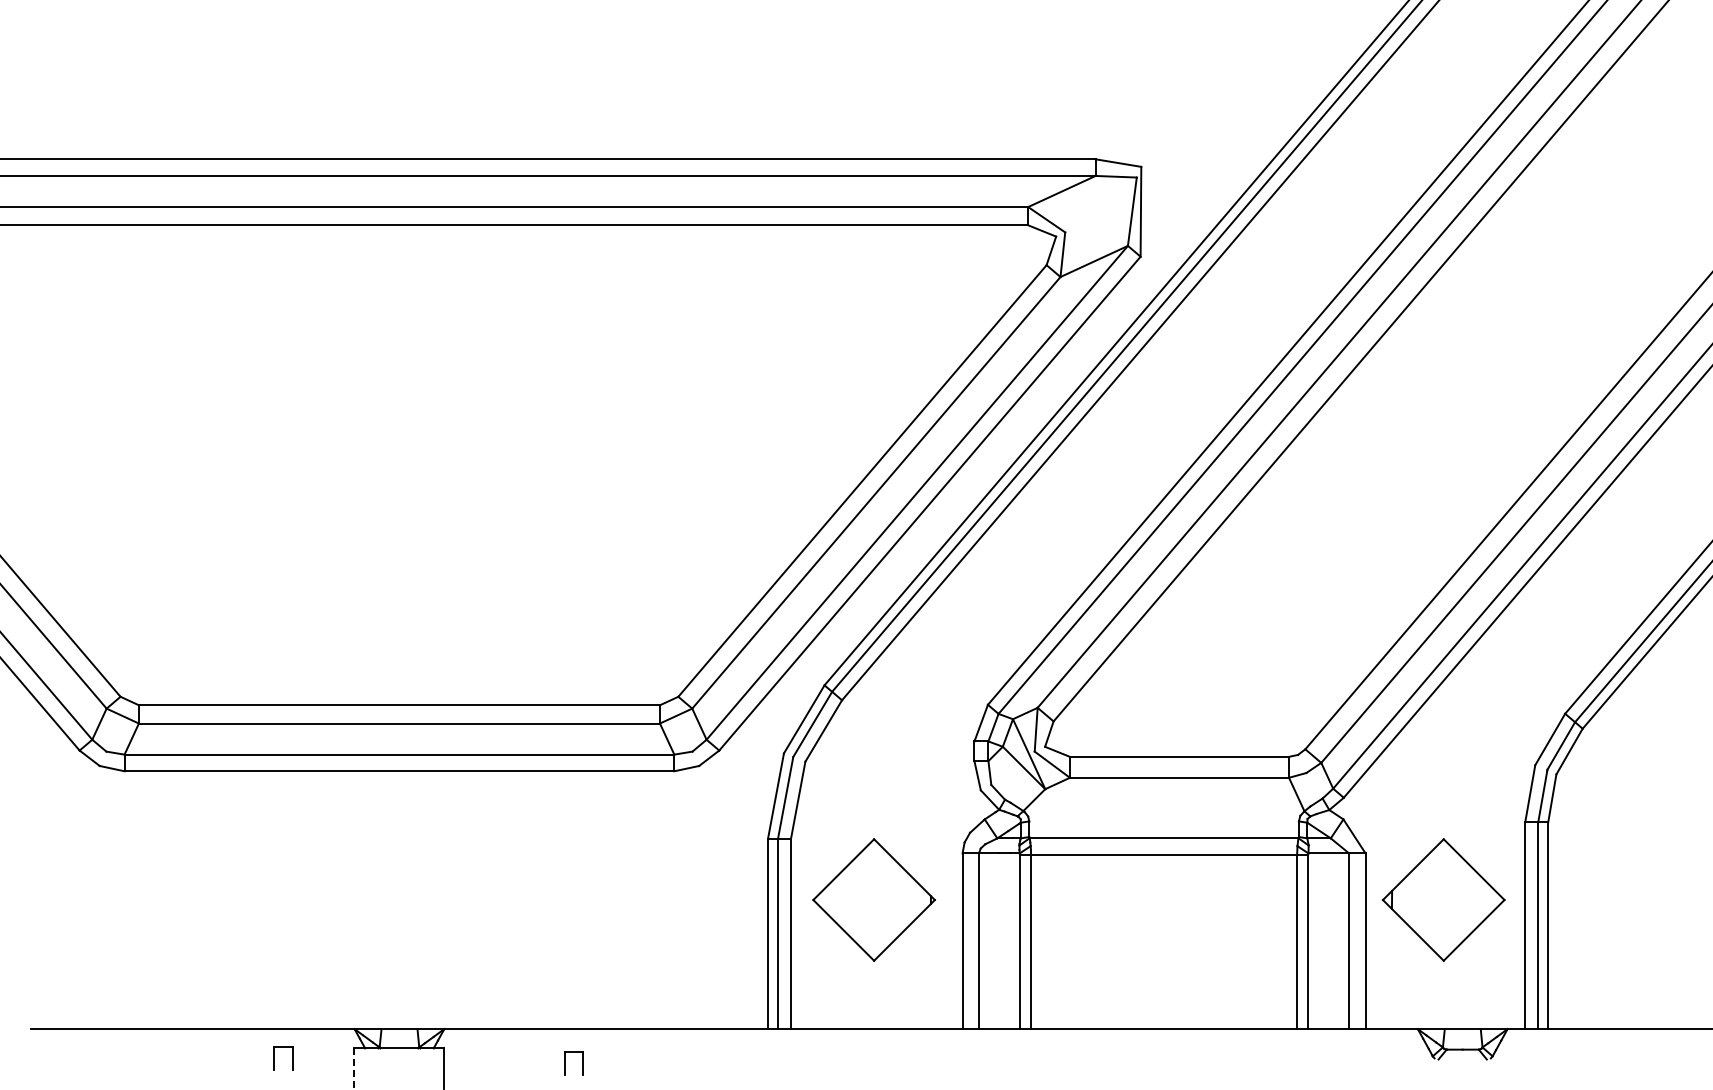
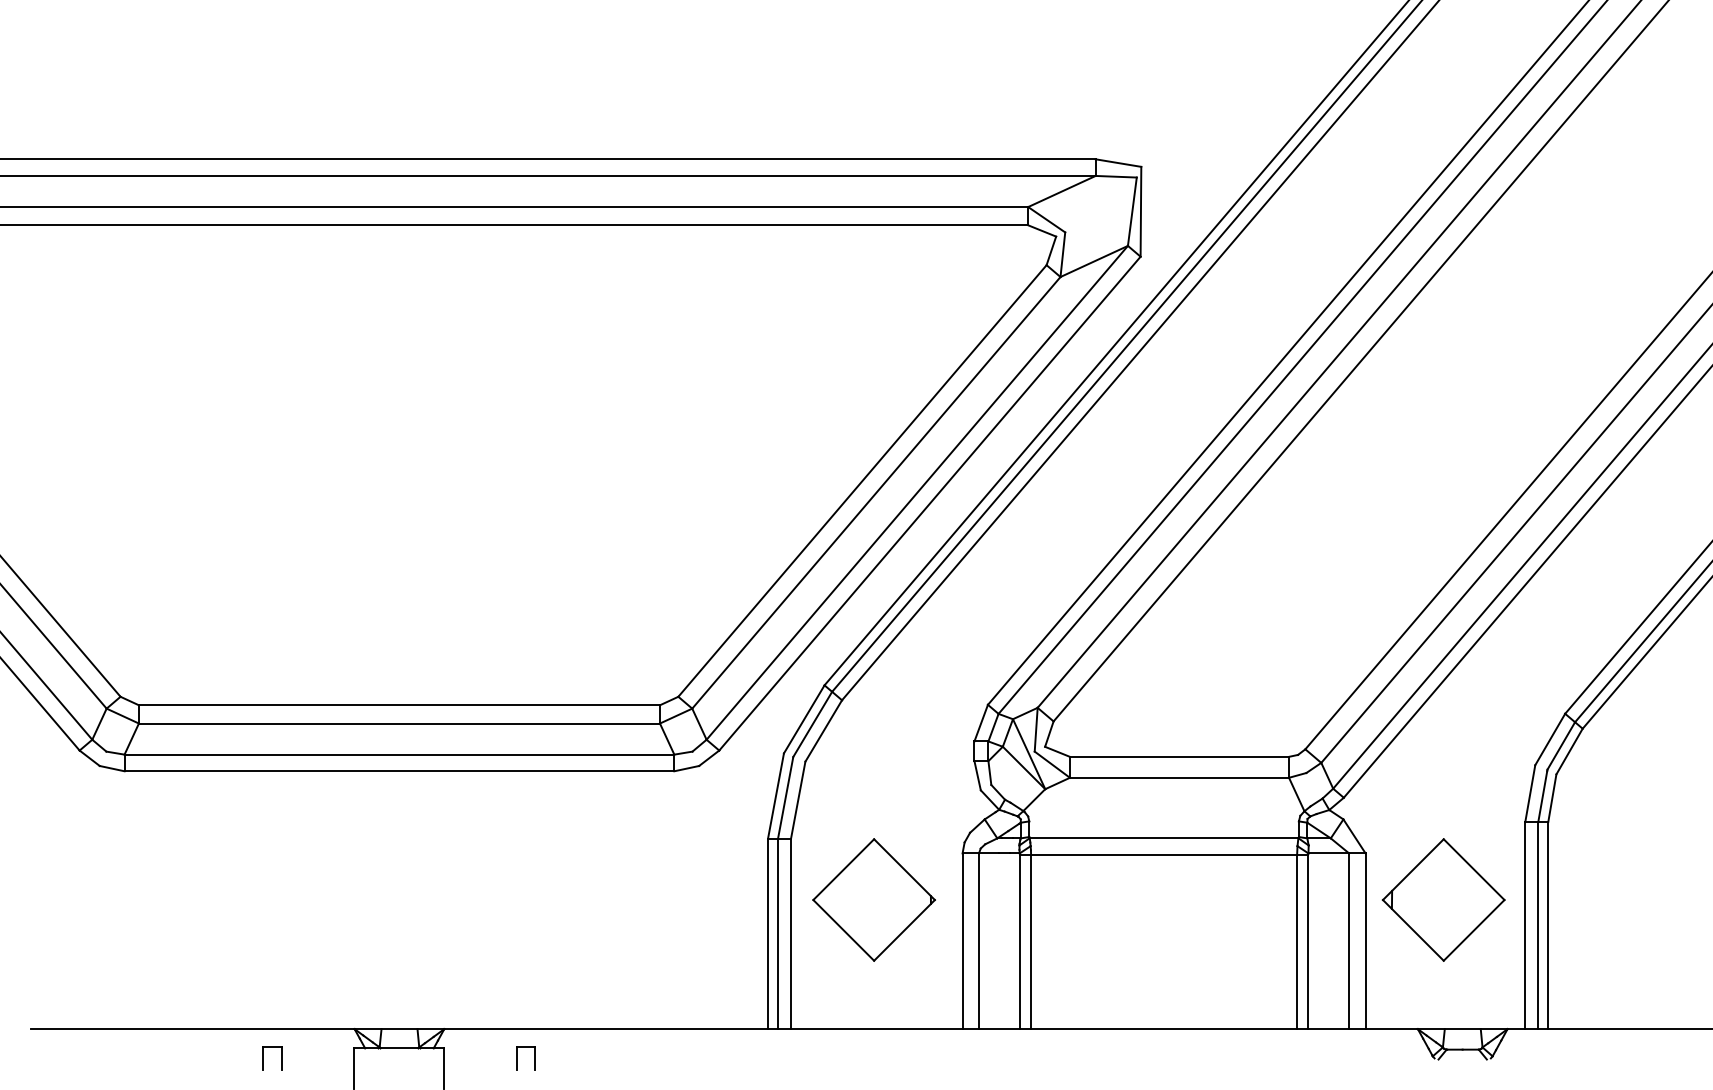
part at (274, 1058) position: (274, 1058) -> (263, 1058)
part at (565, 1063) position: (565, 1063) -> (517, 1058)
line at (353, 1069): dashed -> solid
